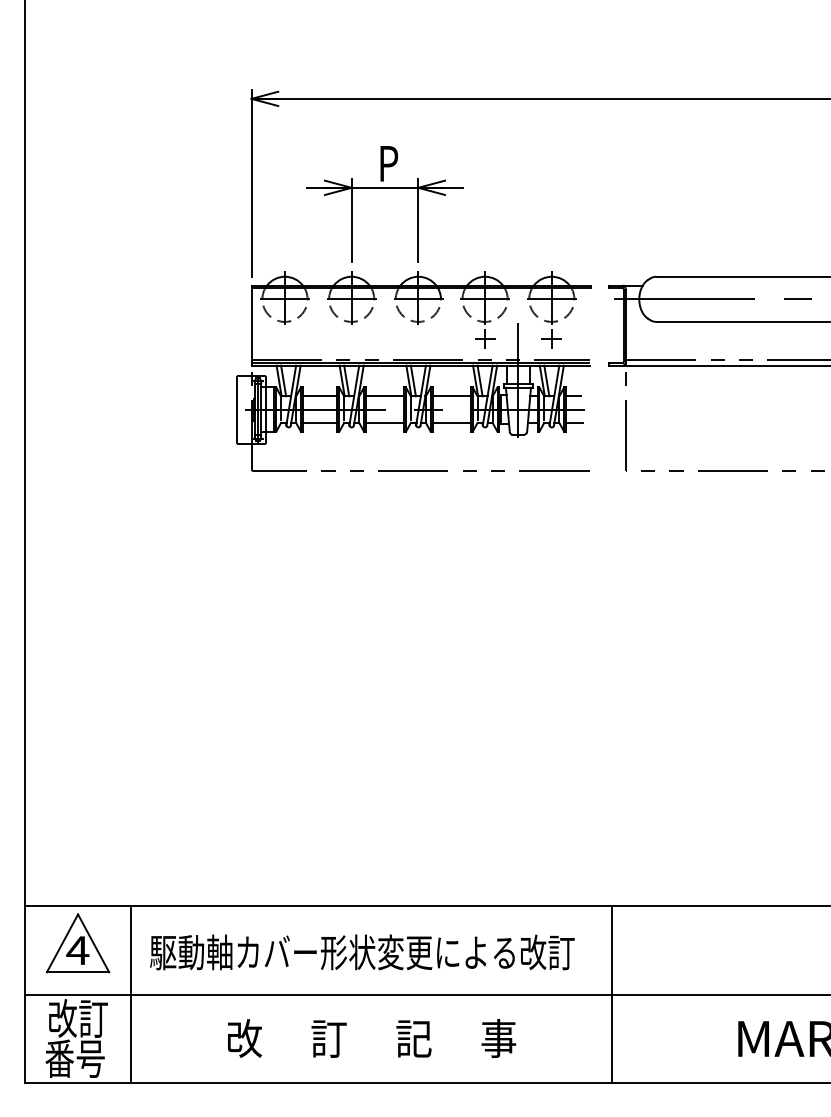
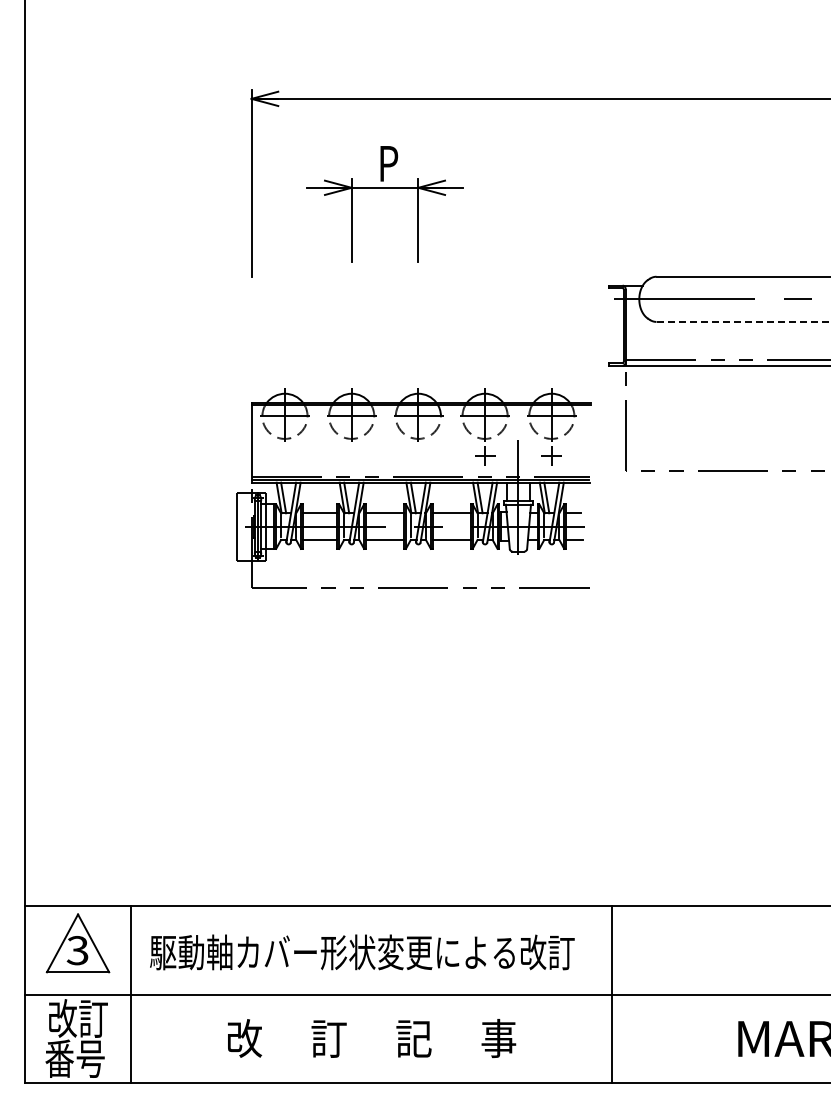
line at (744, 321): solid -> dashed
part at (413, 371) position: (413, 371) -> (413, 488)
text at (77, 950): 4 -> 3
